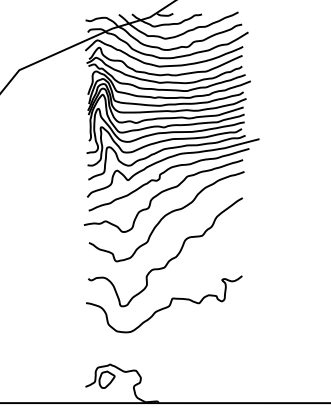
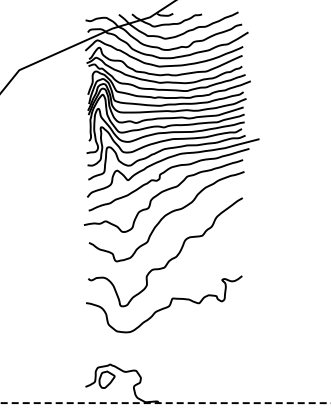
line at (165, 403): solid -> dashed
